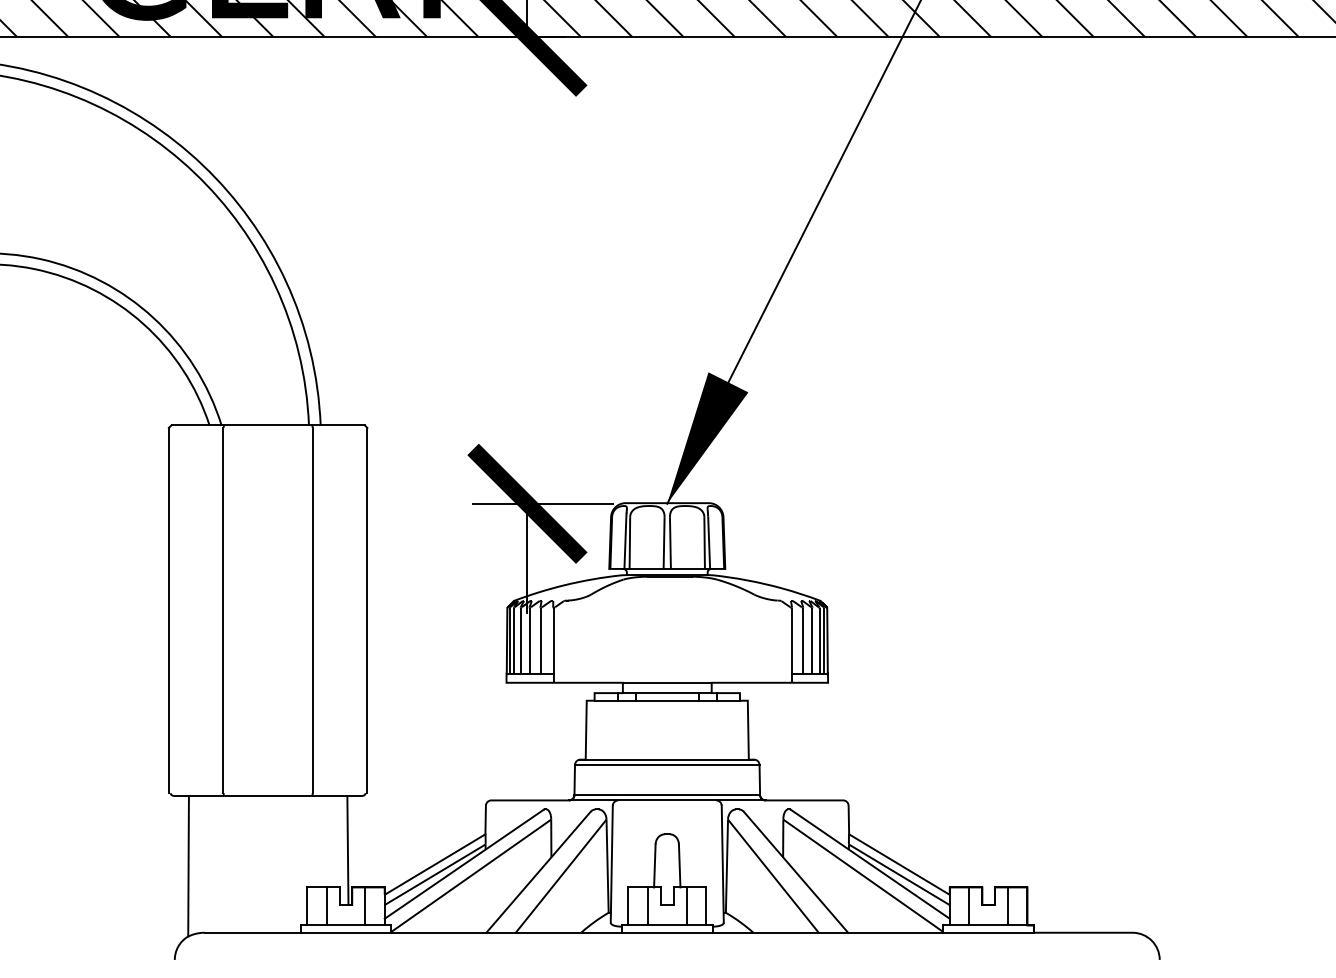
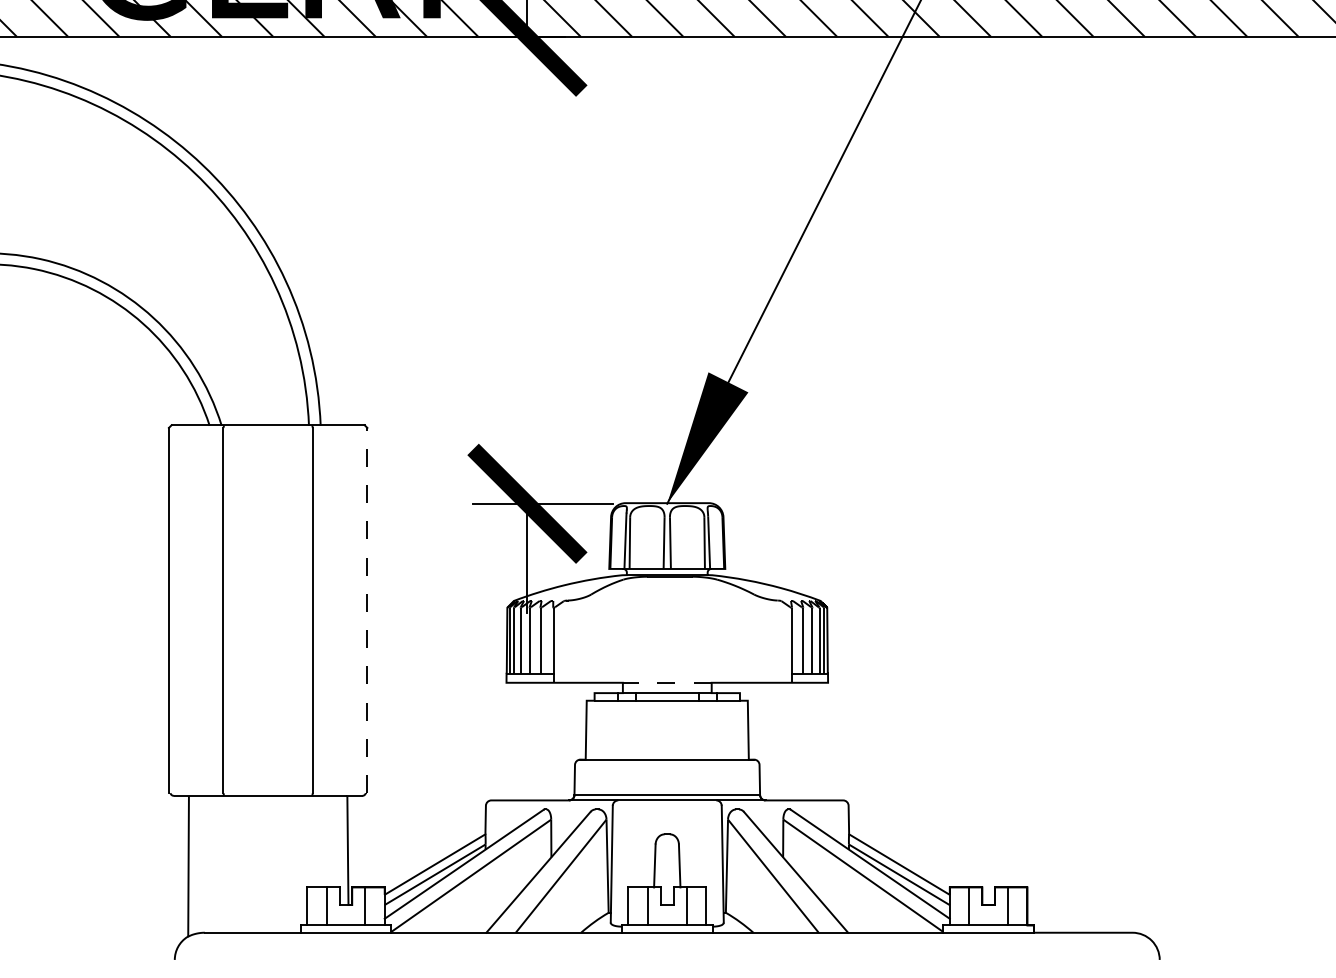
line at (367, 610): solid -> dashed
line at (666, 682): solid -> dashed
line at (667, 764): present -> none
